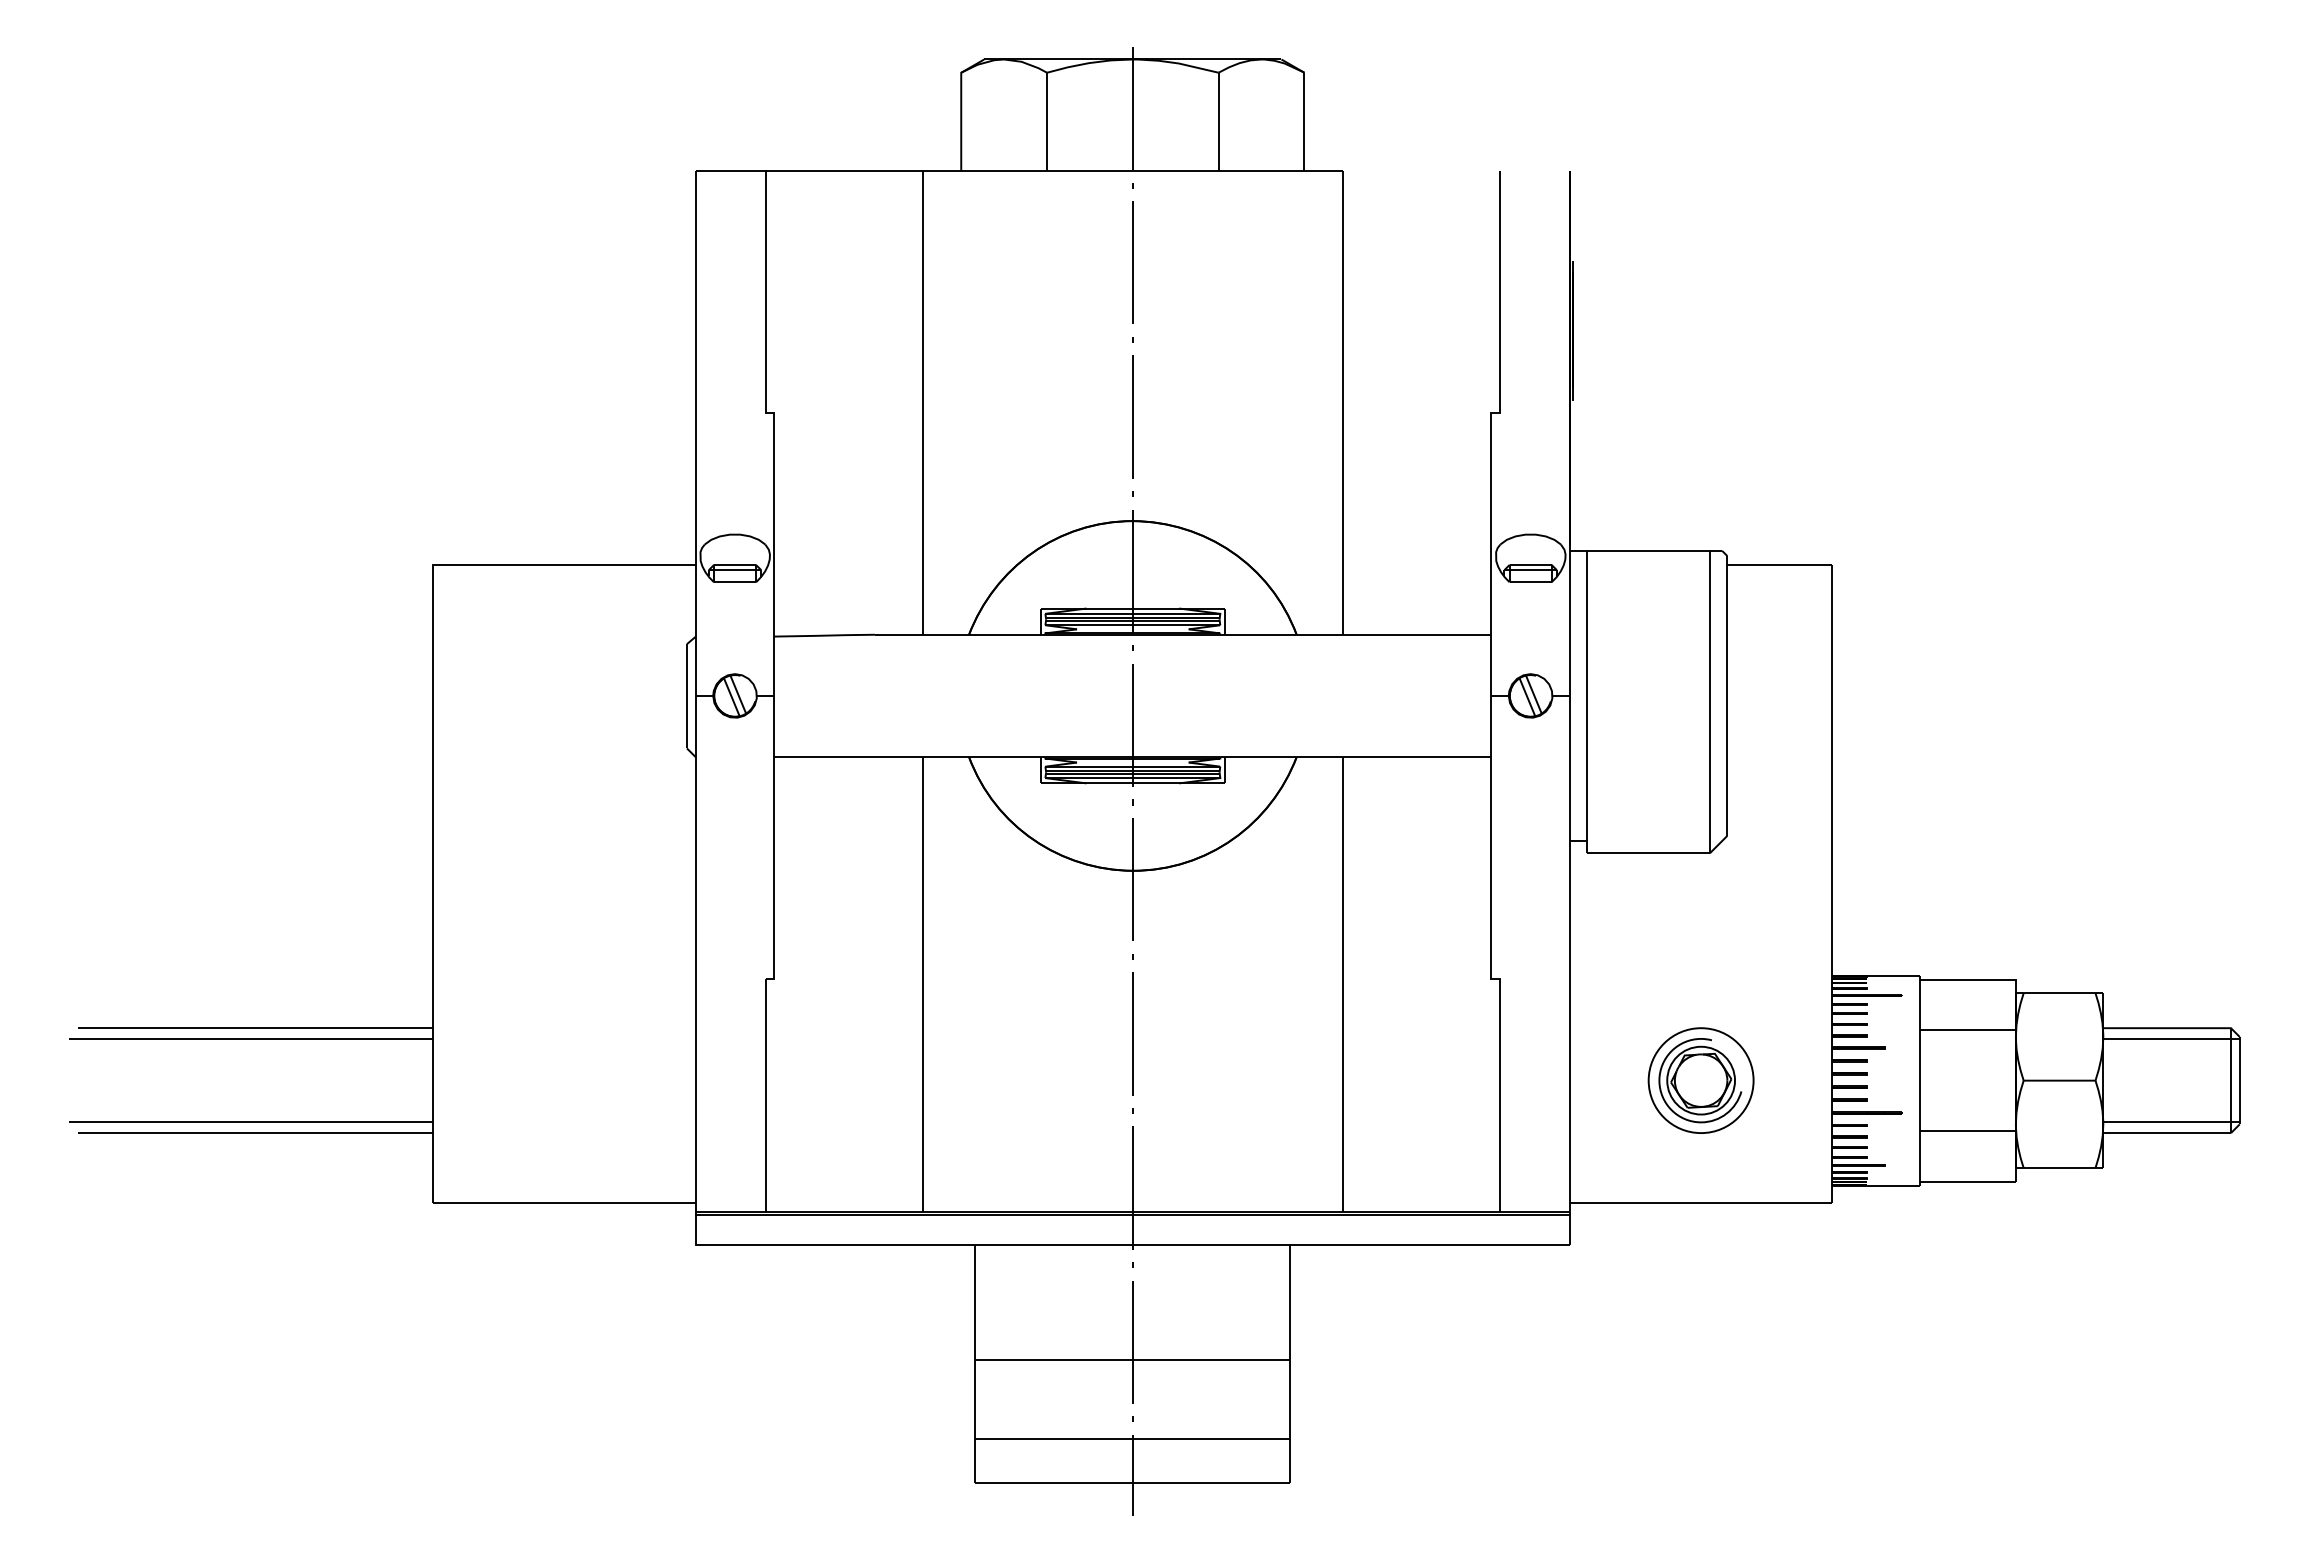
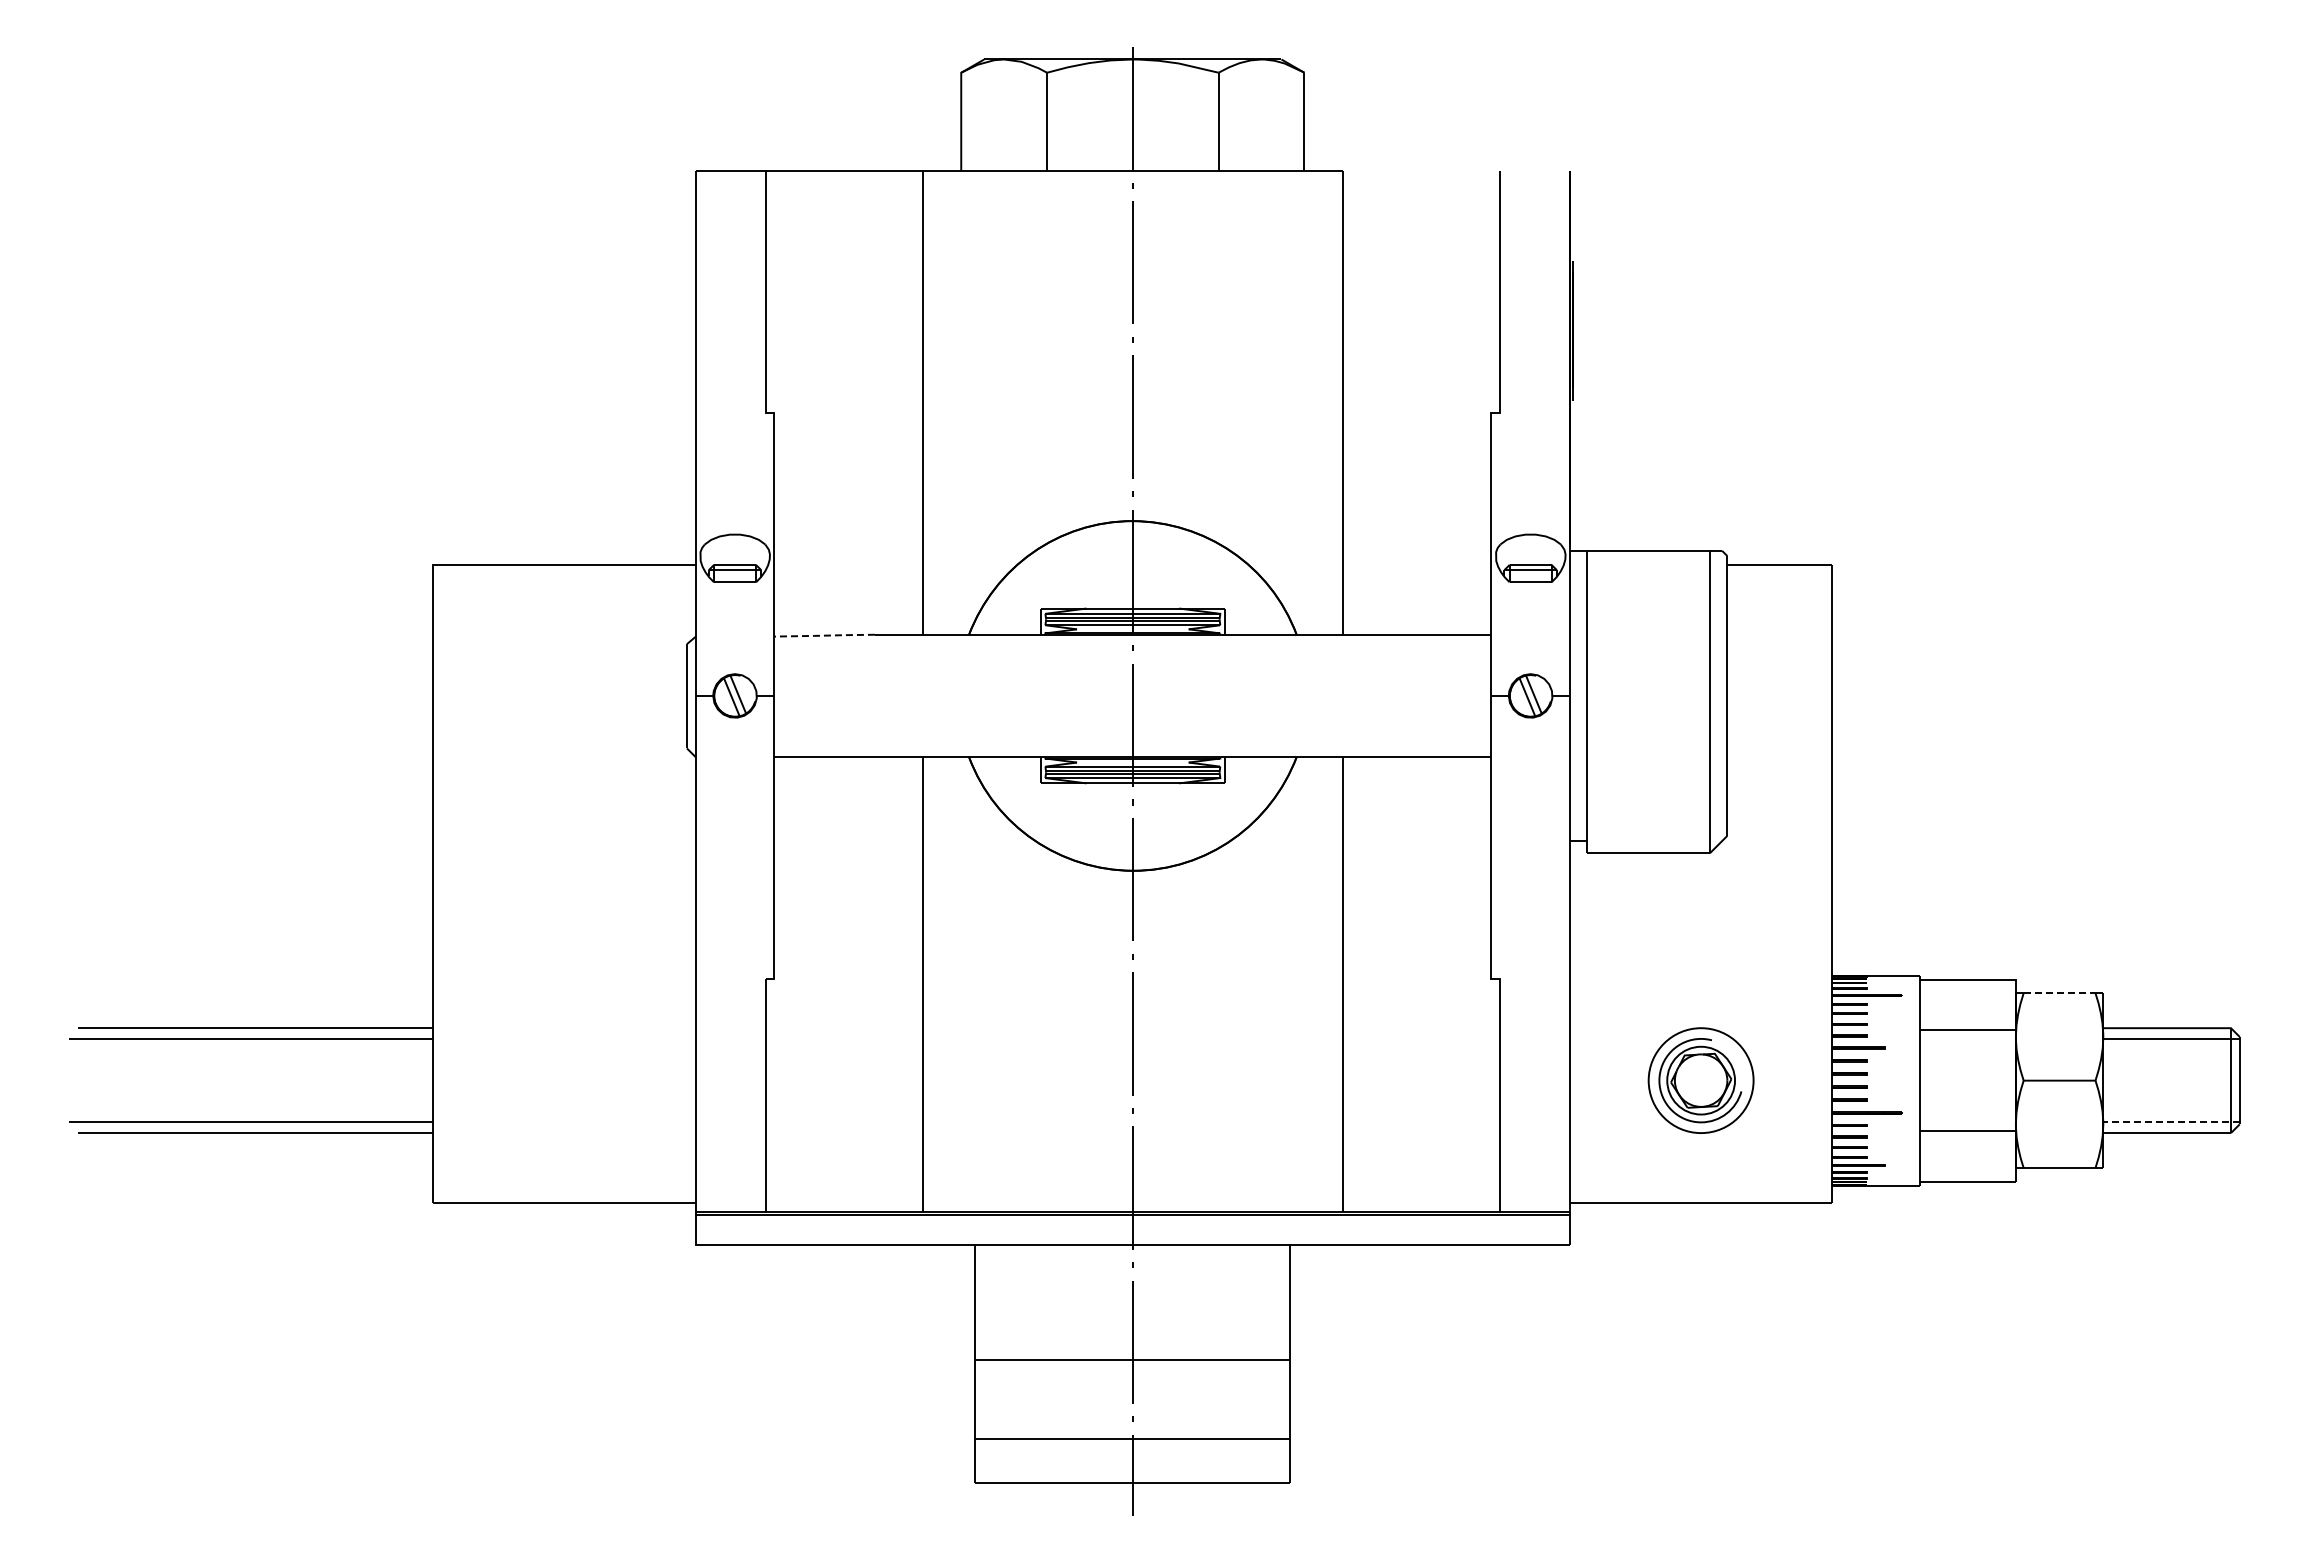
line at (824, 635): solid -> dashed
line at (2059, 993): solid -> dashed
line at (2171, 1122): solid -> dashed
